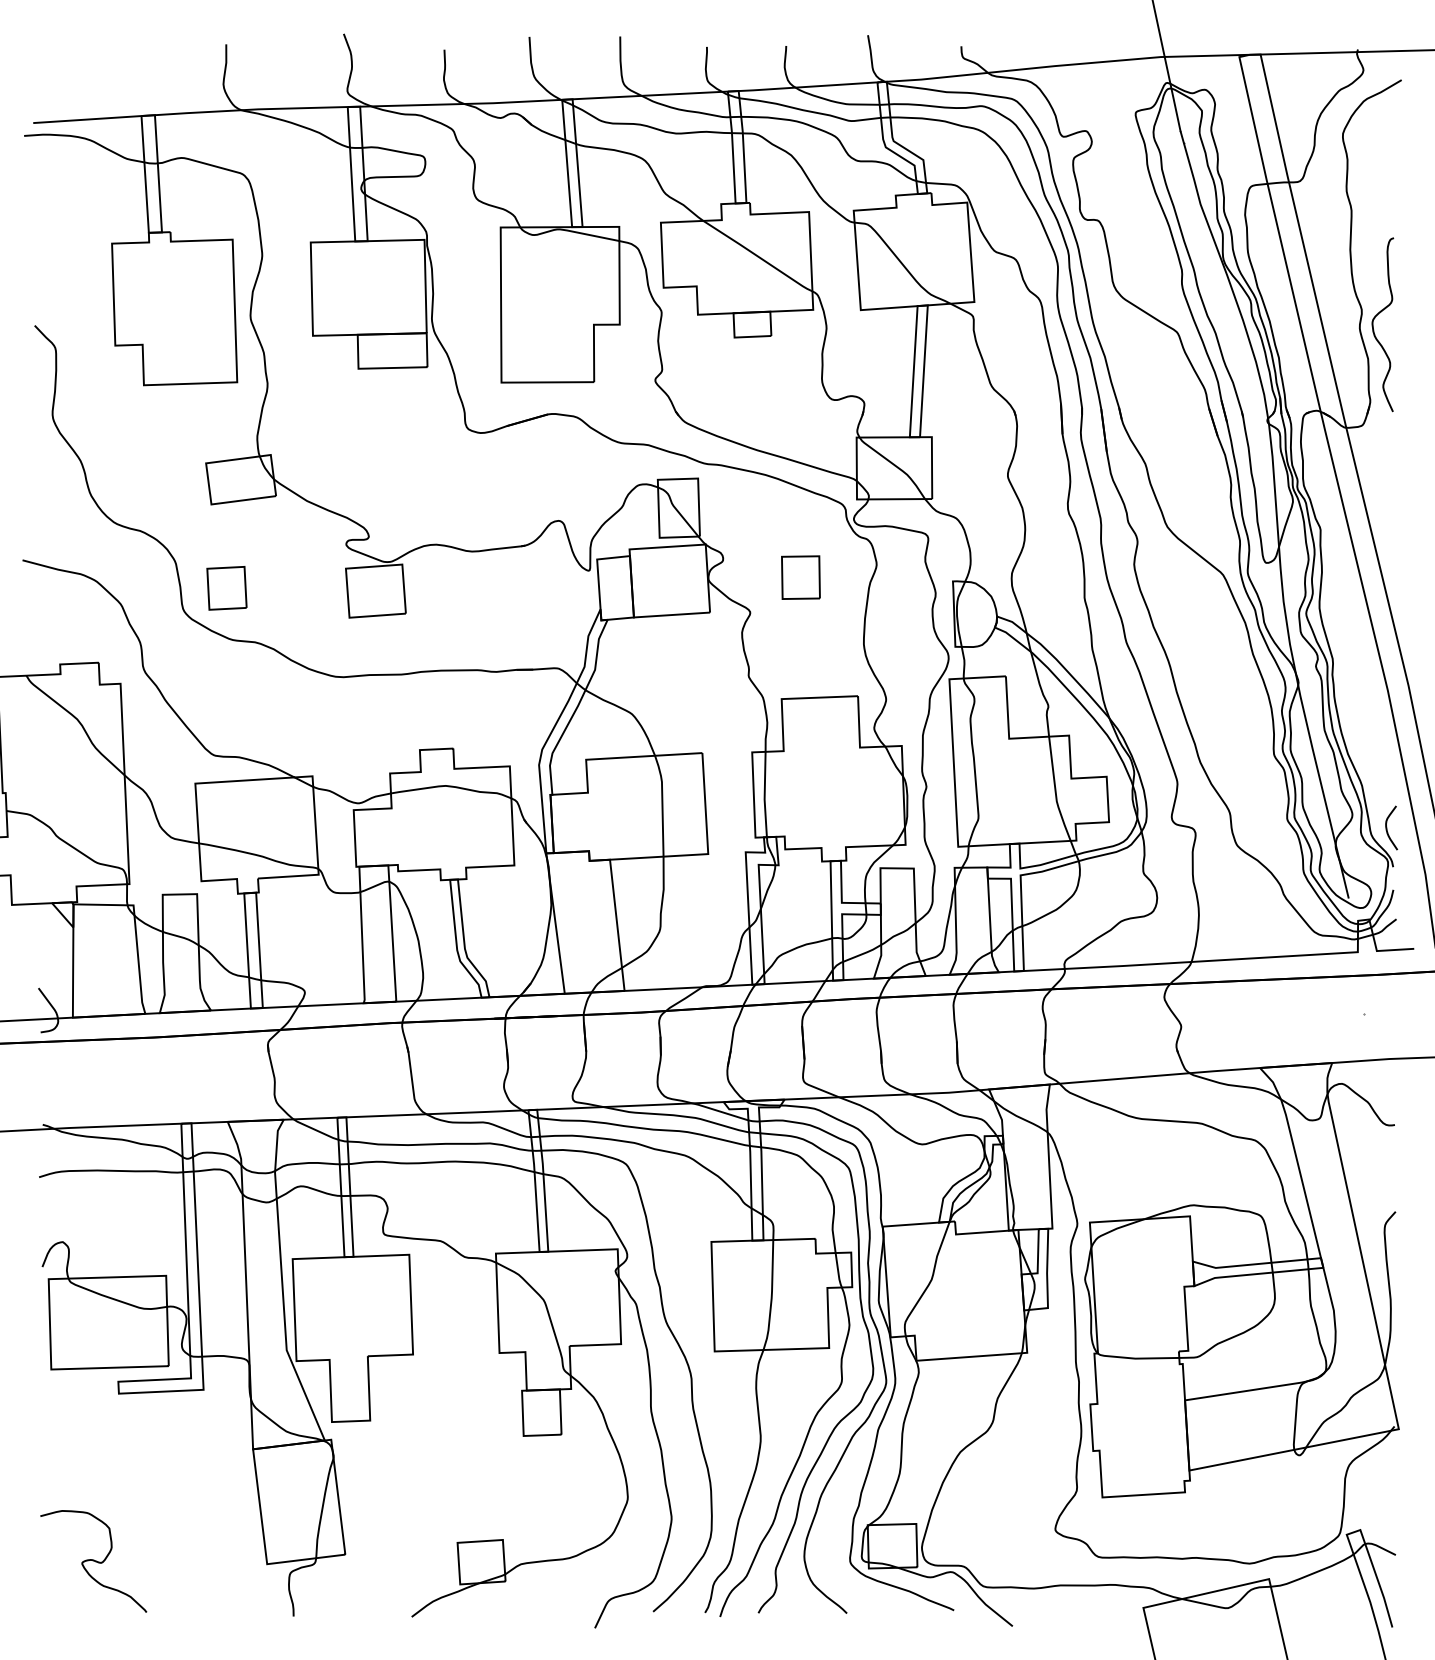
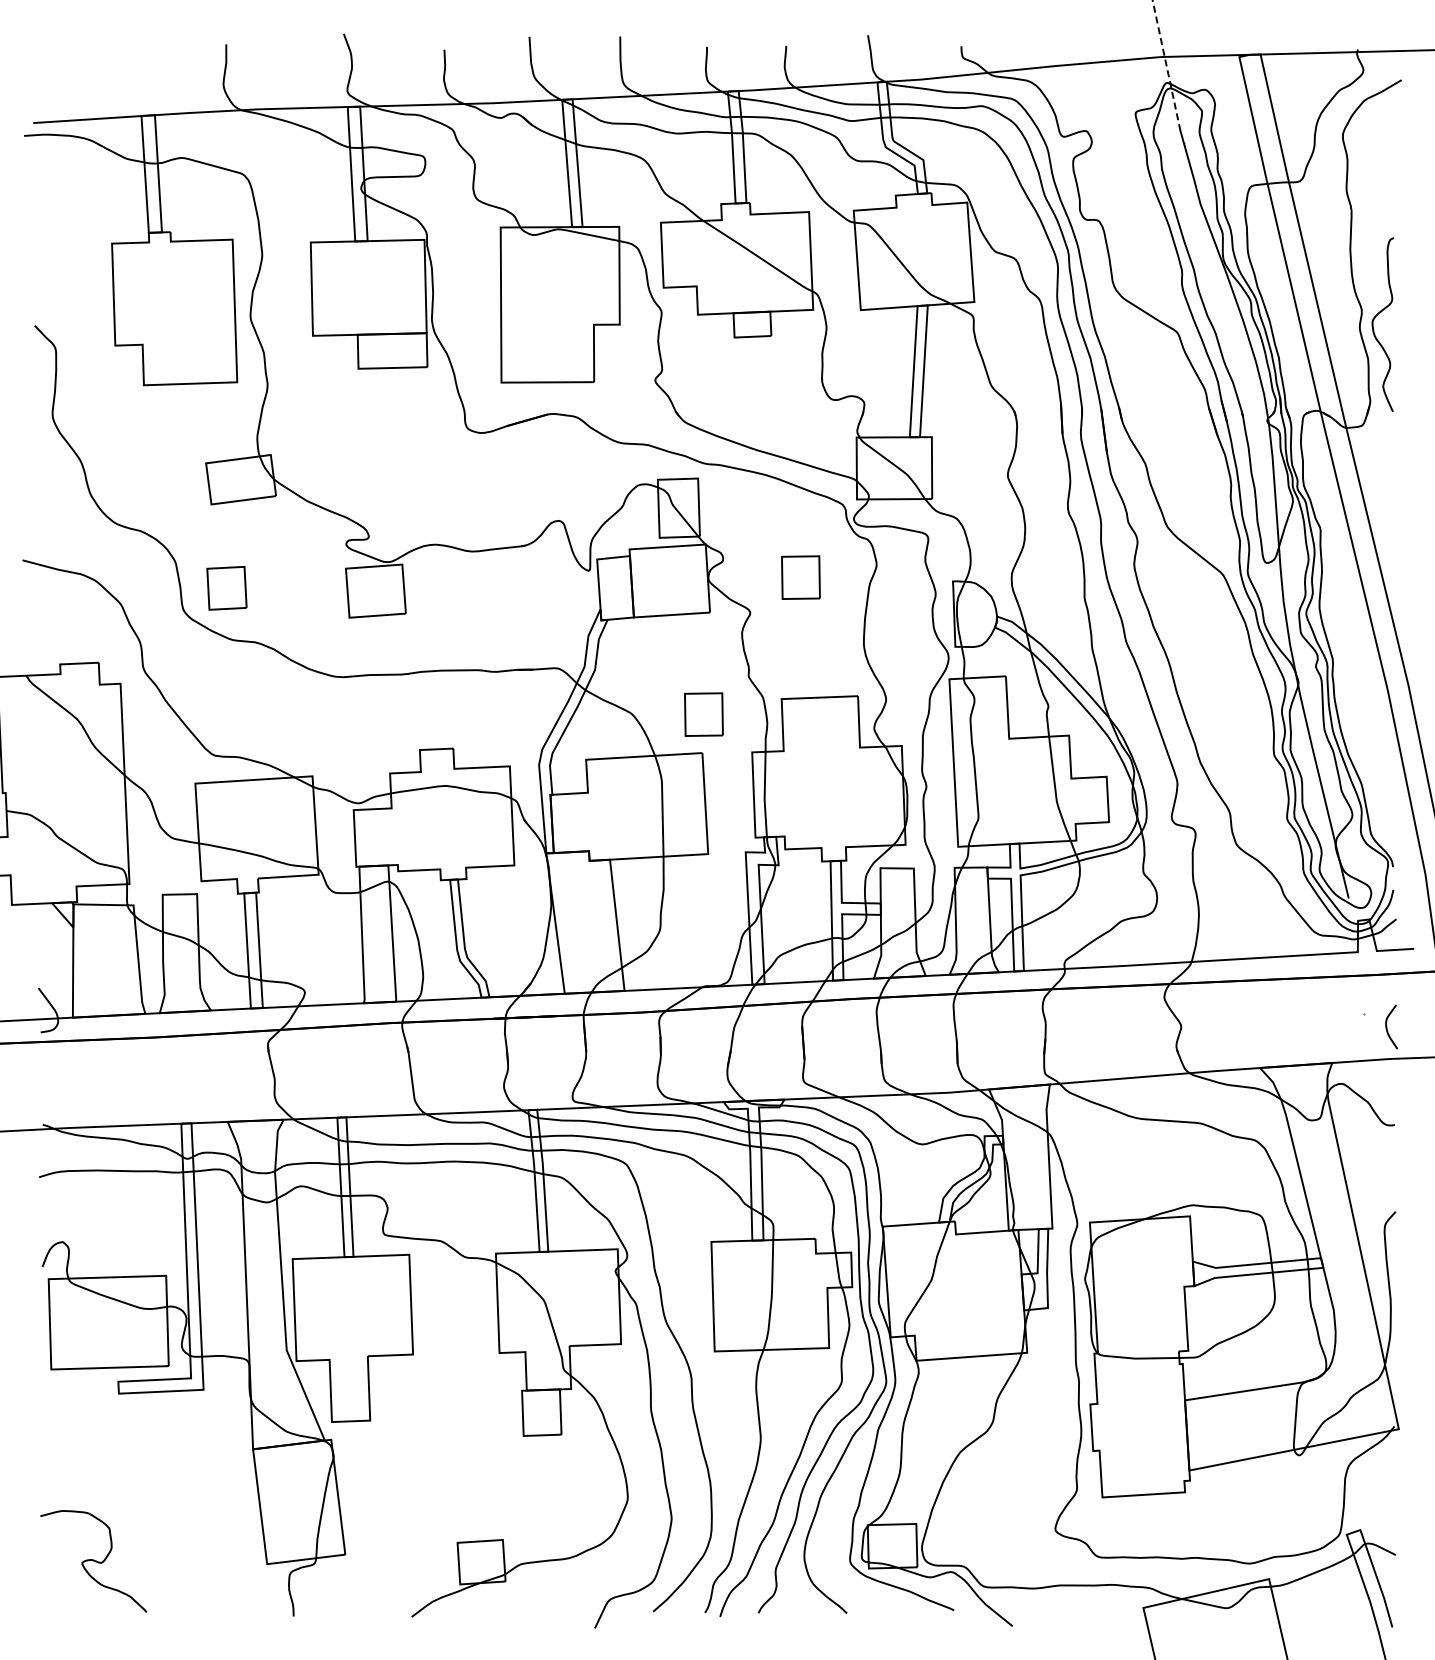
line at (1166, 65): solid -> dashed
part at (703, 714): none -> present
curve at (1387, 827) position: (1387, 827) -> (1387, 1026)
